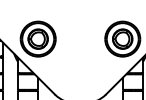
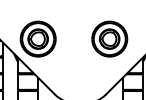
part at (122, 38) position: (122, 38) -> (109, 38)
